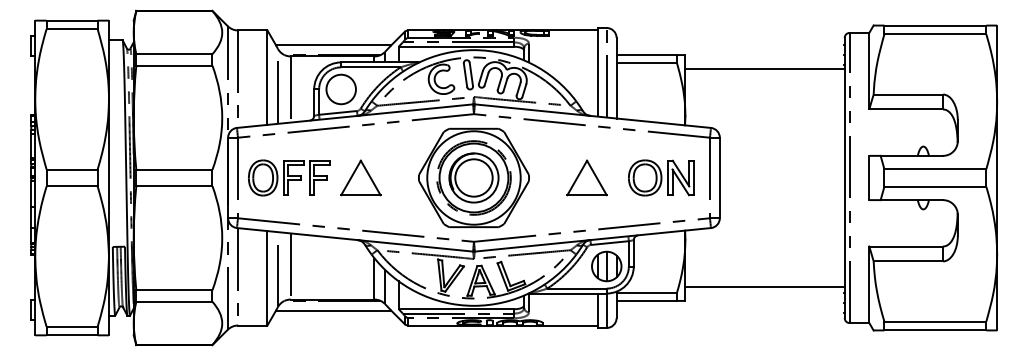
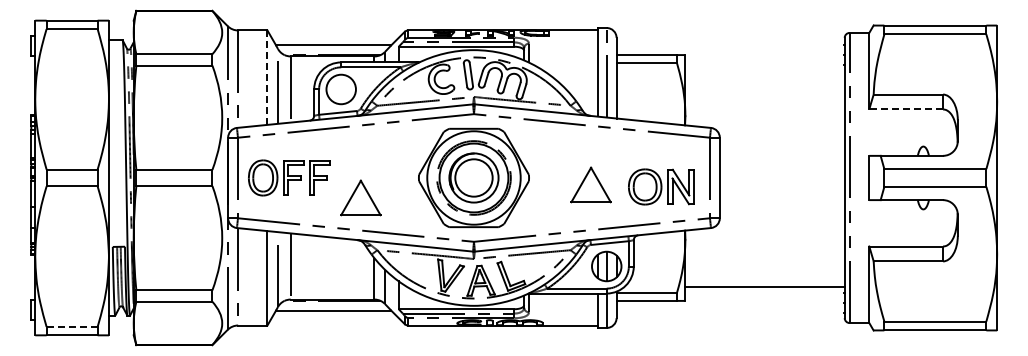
line at (764, 68): present -> none
line at (267, 78): solid -> dashed
line at (906, 109): solid -> dashed
part at (360, 177) position: (360, 177) -> (360, 197)
part at (586, 177) position: (586, 177) -> (590, 184)
part at (661, 177) position: (661, 177) -> (661, 186)
line at (72, 326): solid -> dashed
